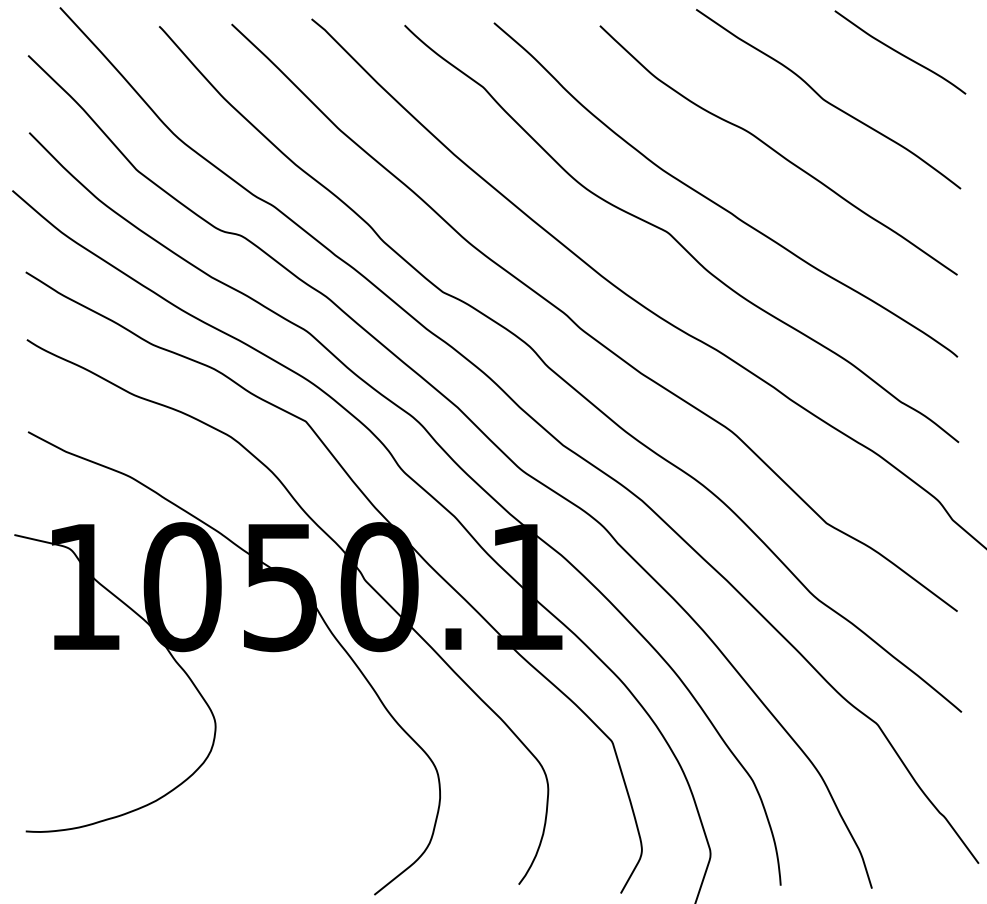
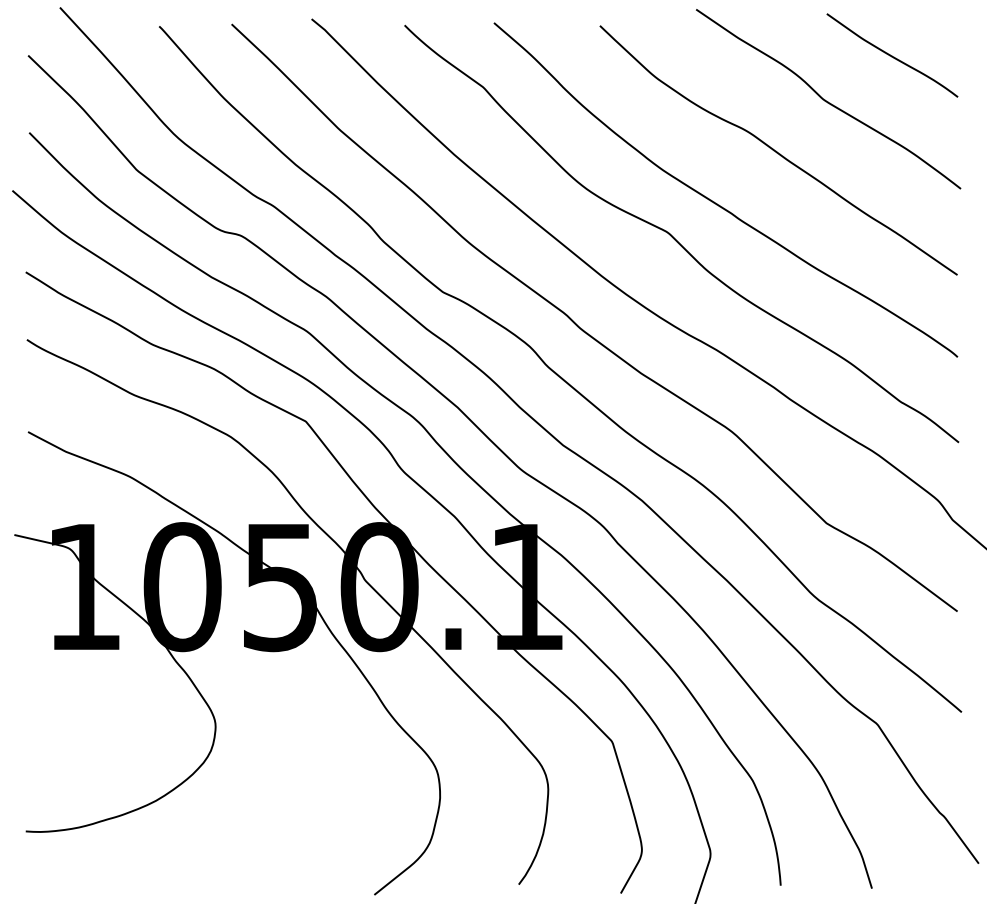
curve at (900, 52) position: (900, 52) -> (892, 55)
